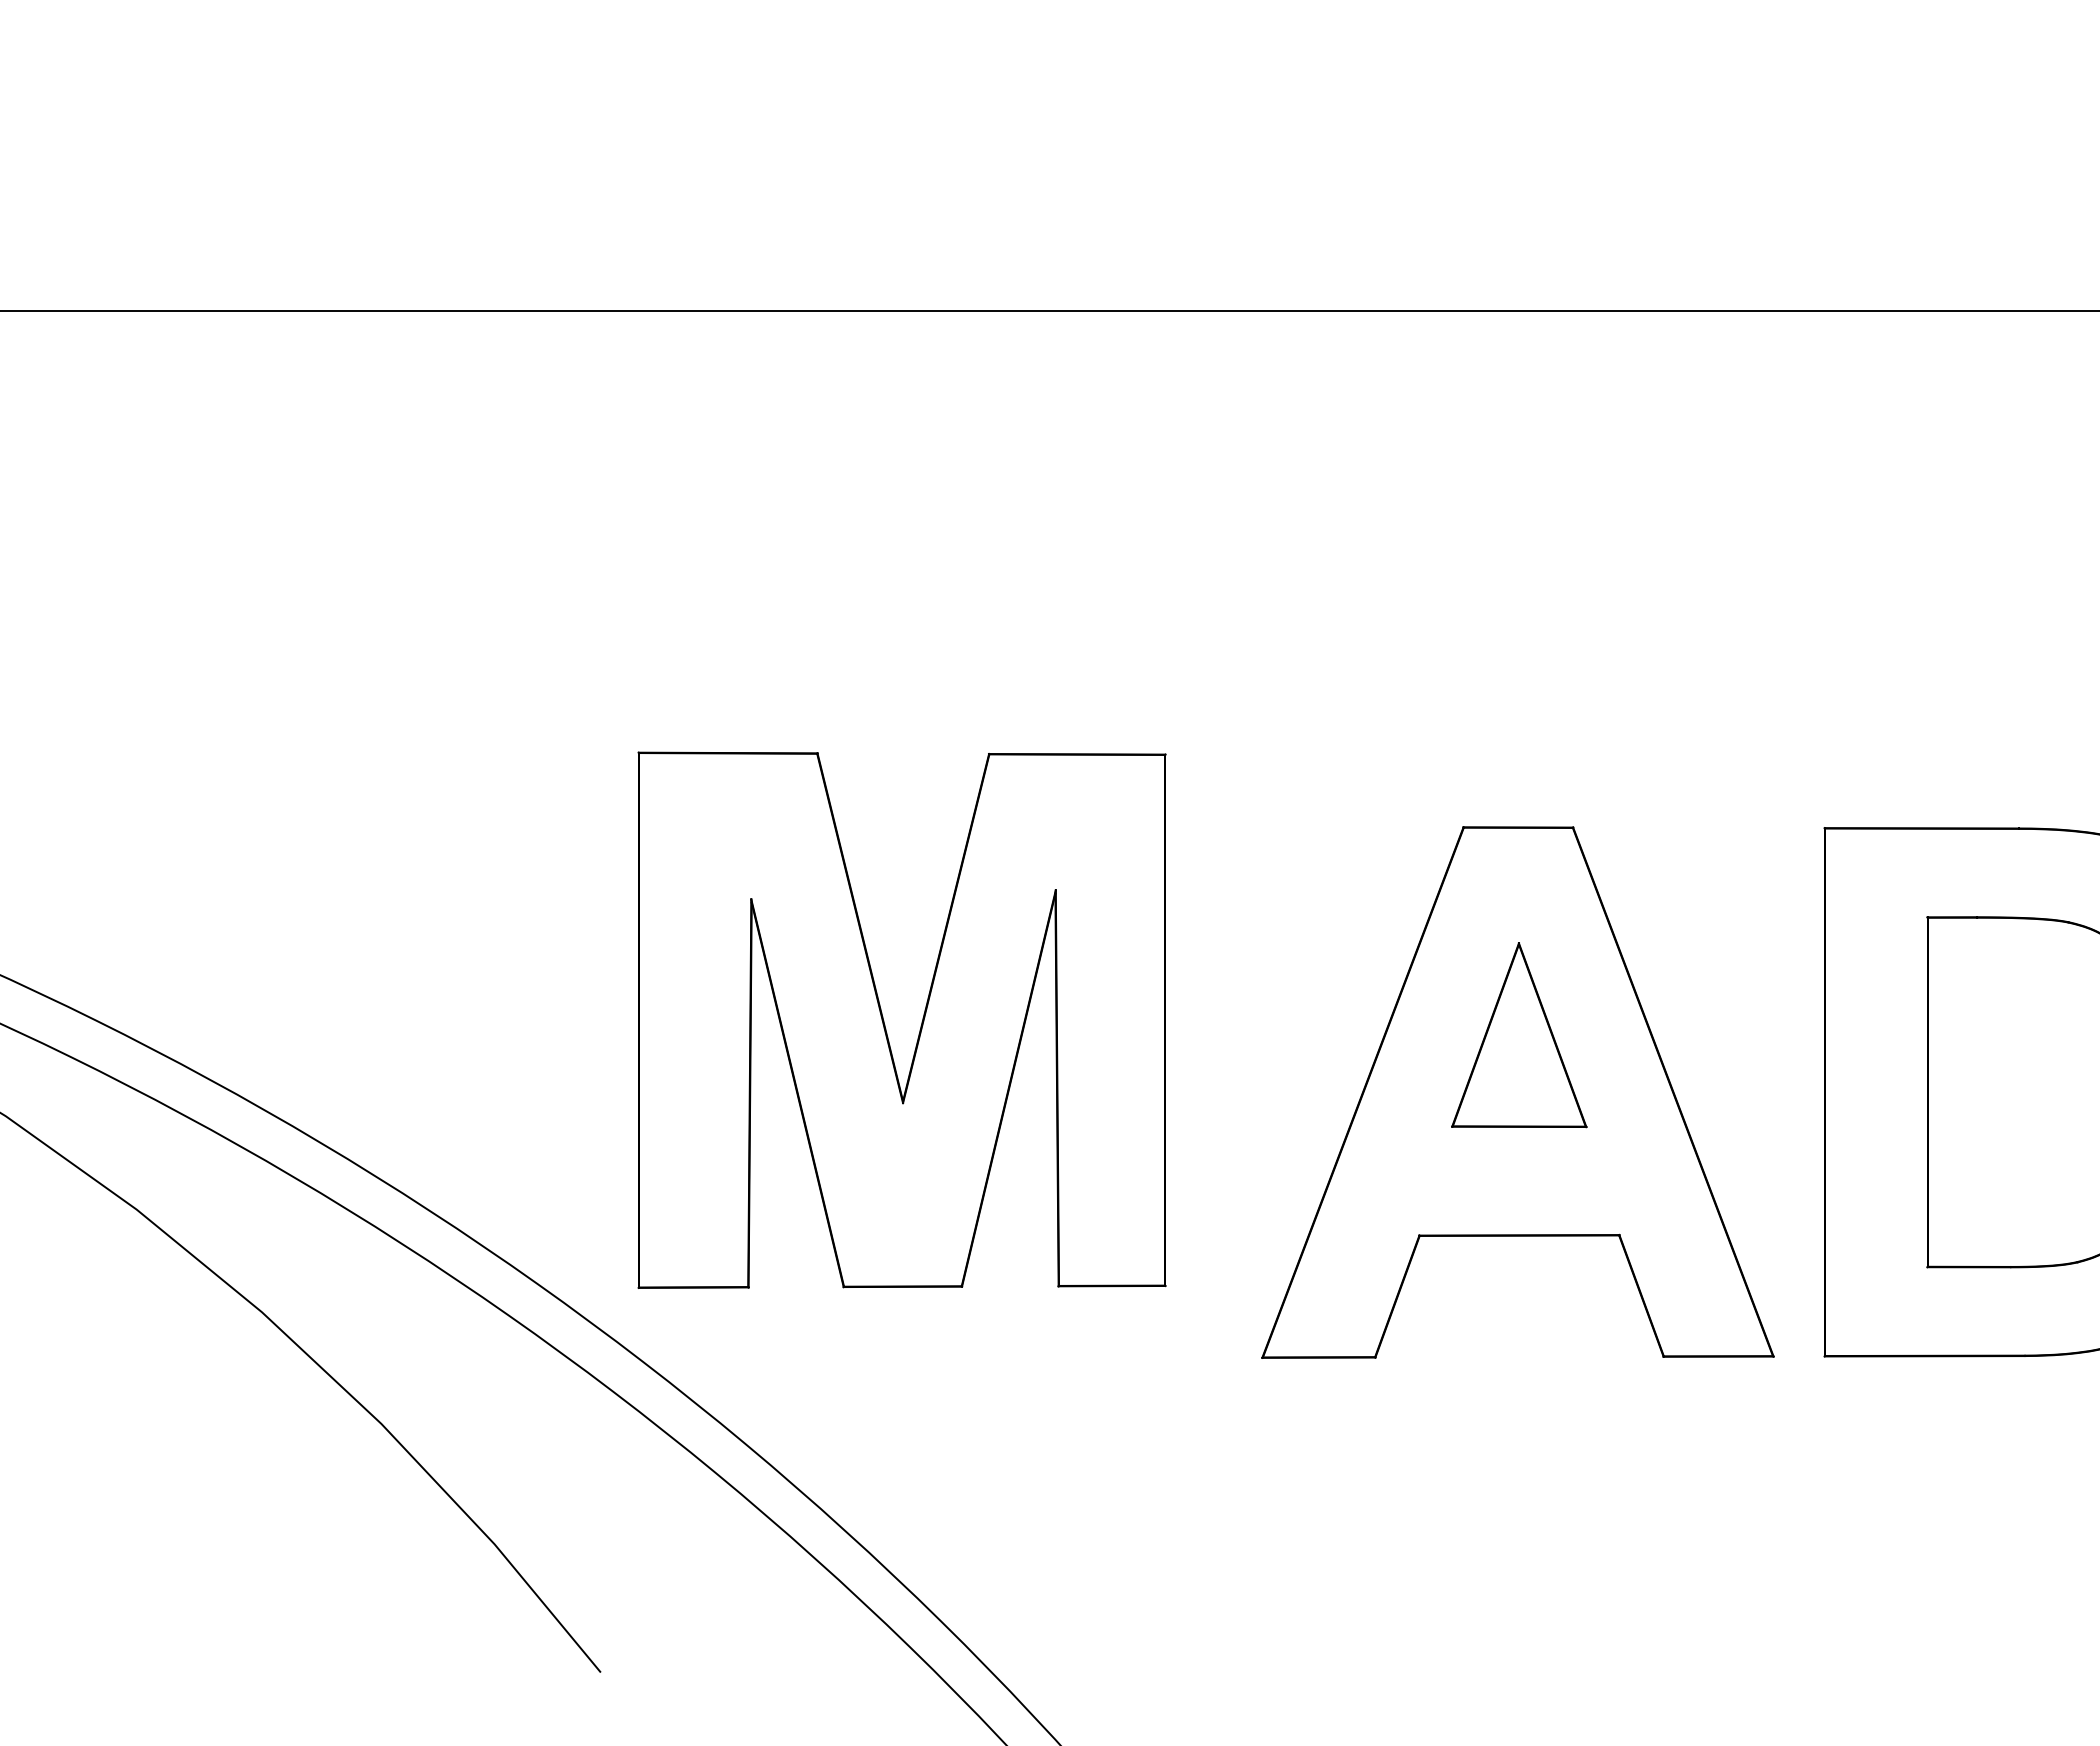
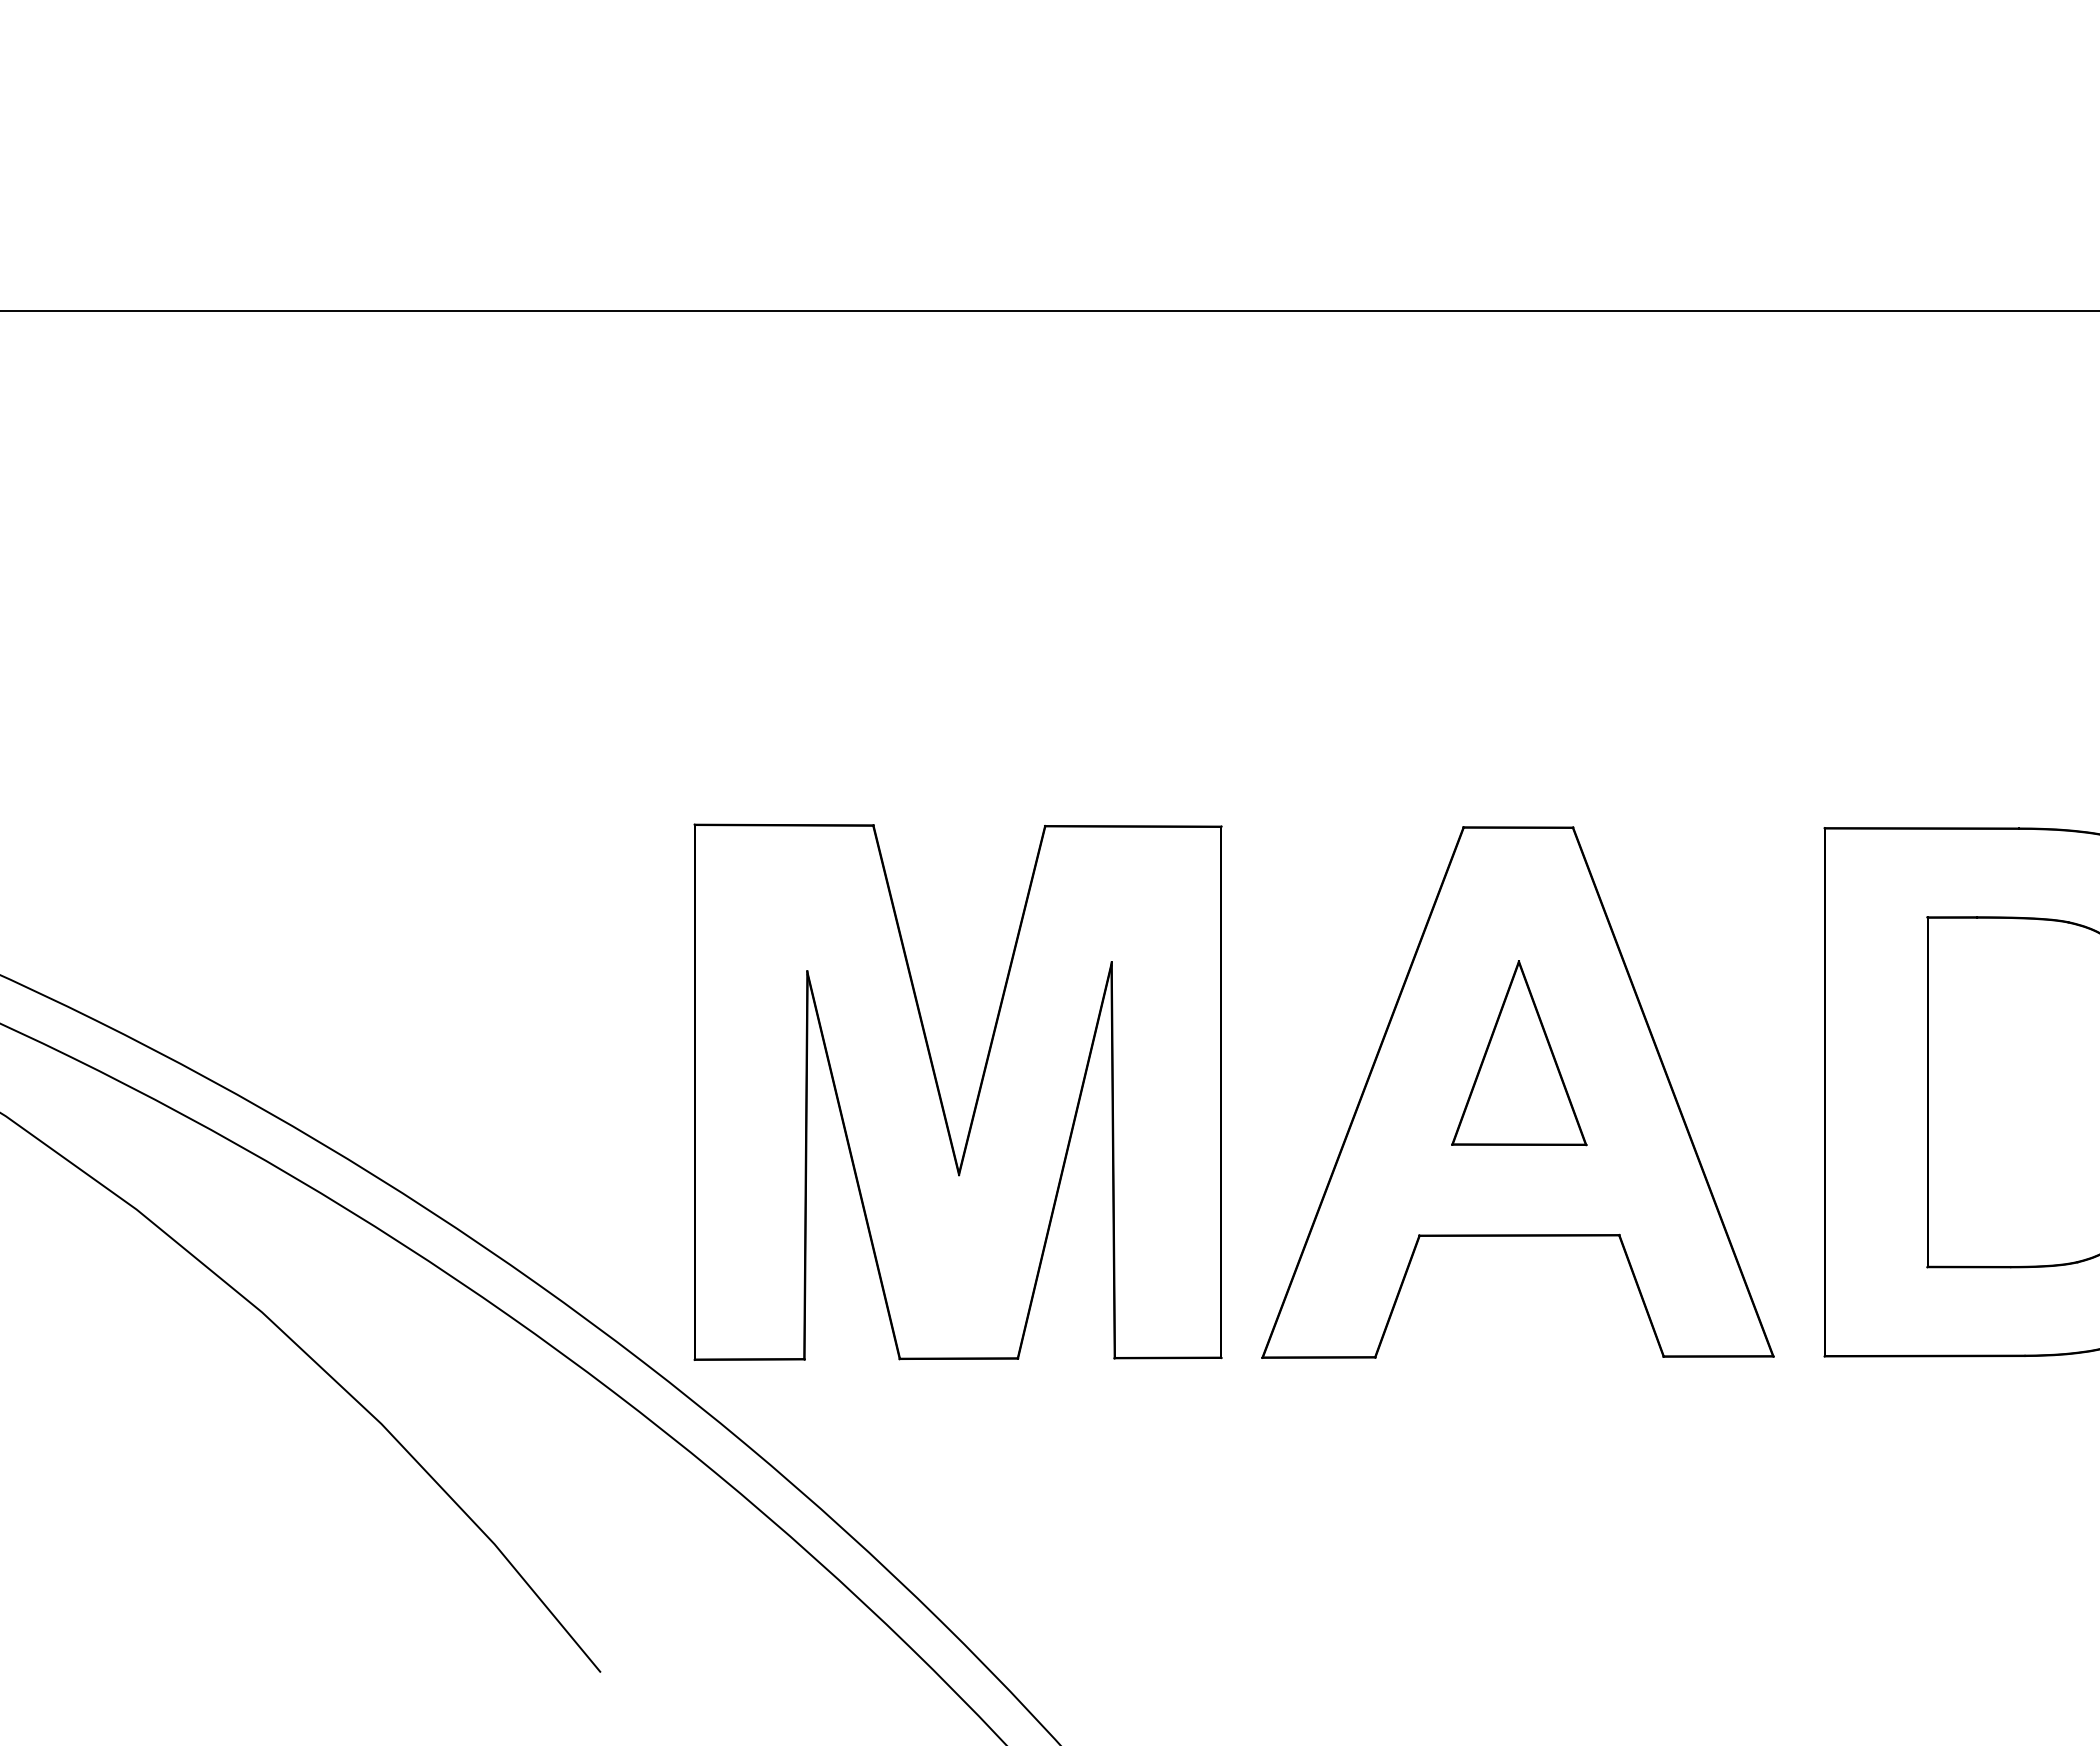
part at (885, 1024) position: (885, 1024) -> (941, 1096)
part at (1519, 1035) position: (1519, 1035) -> (1519, 1053)
